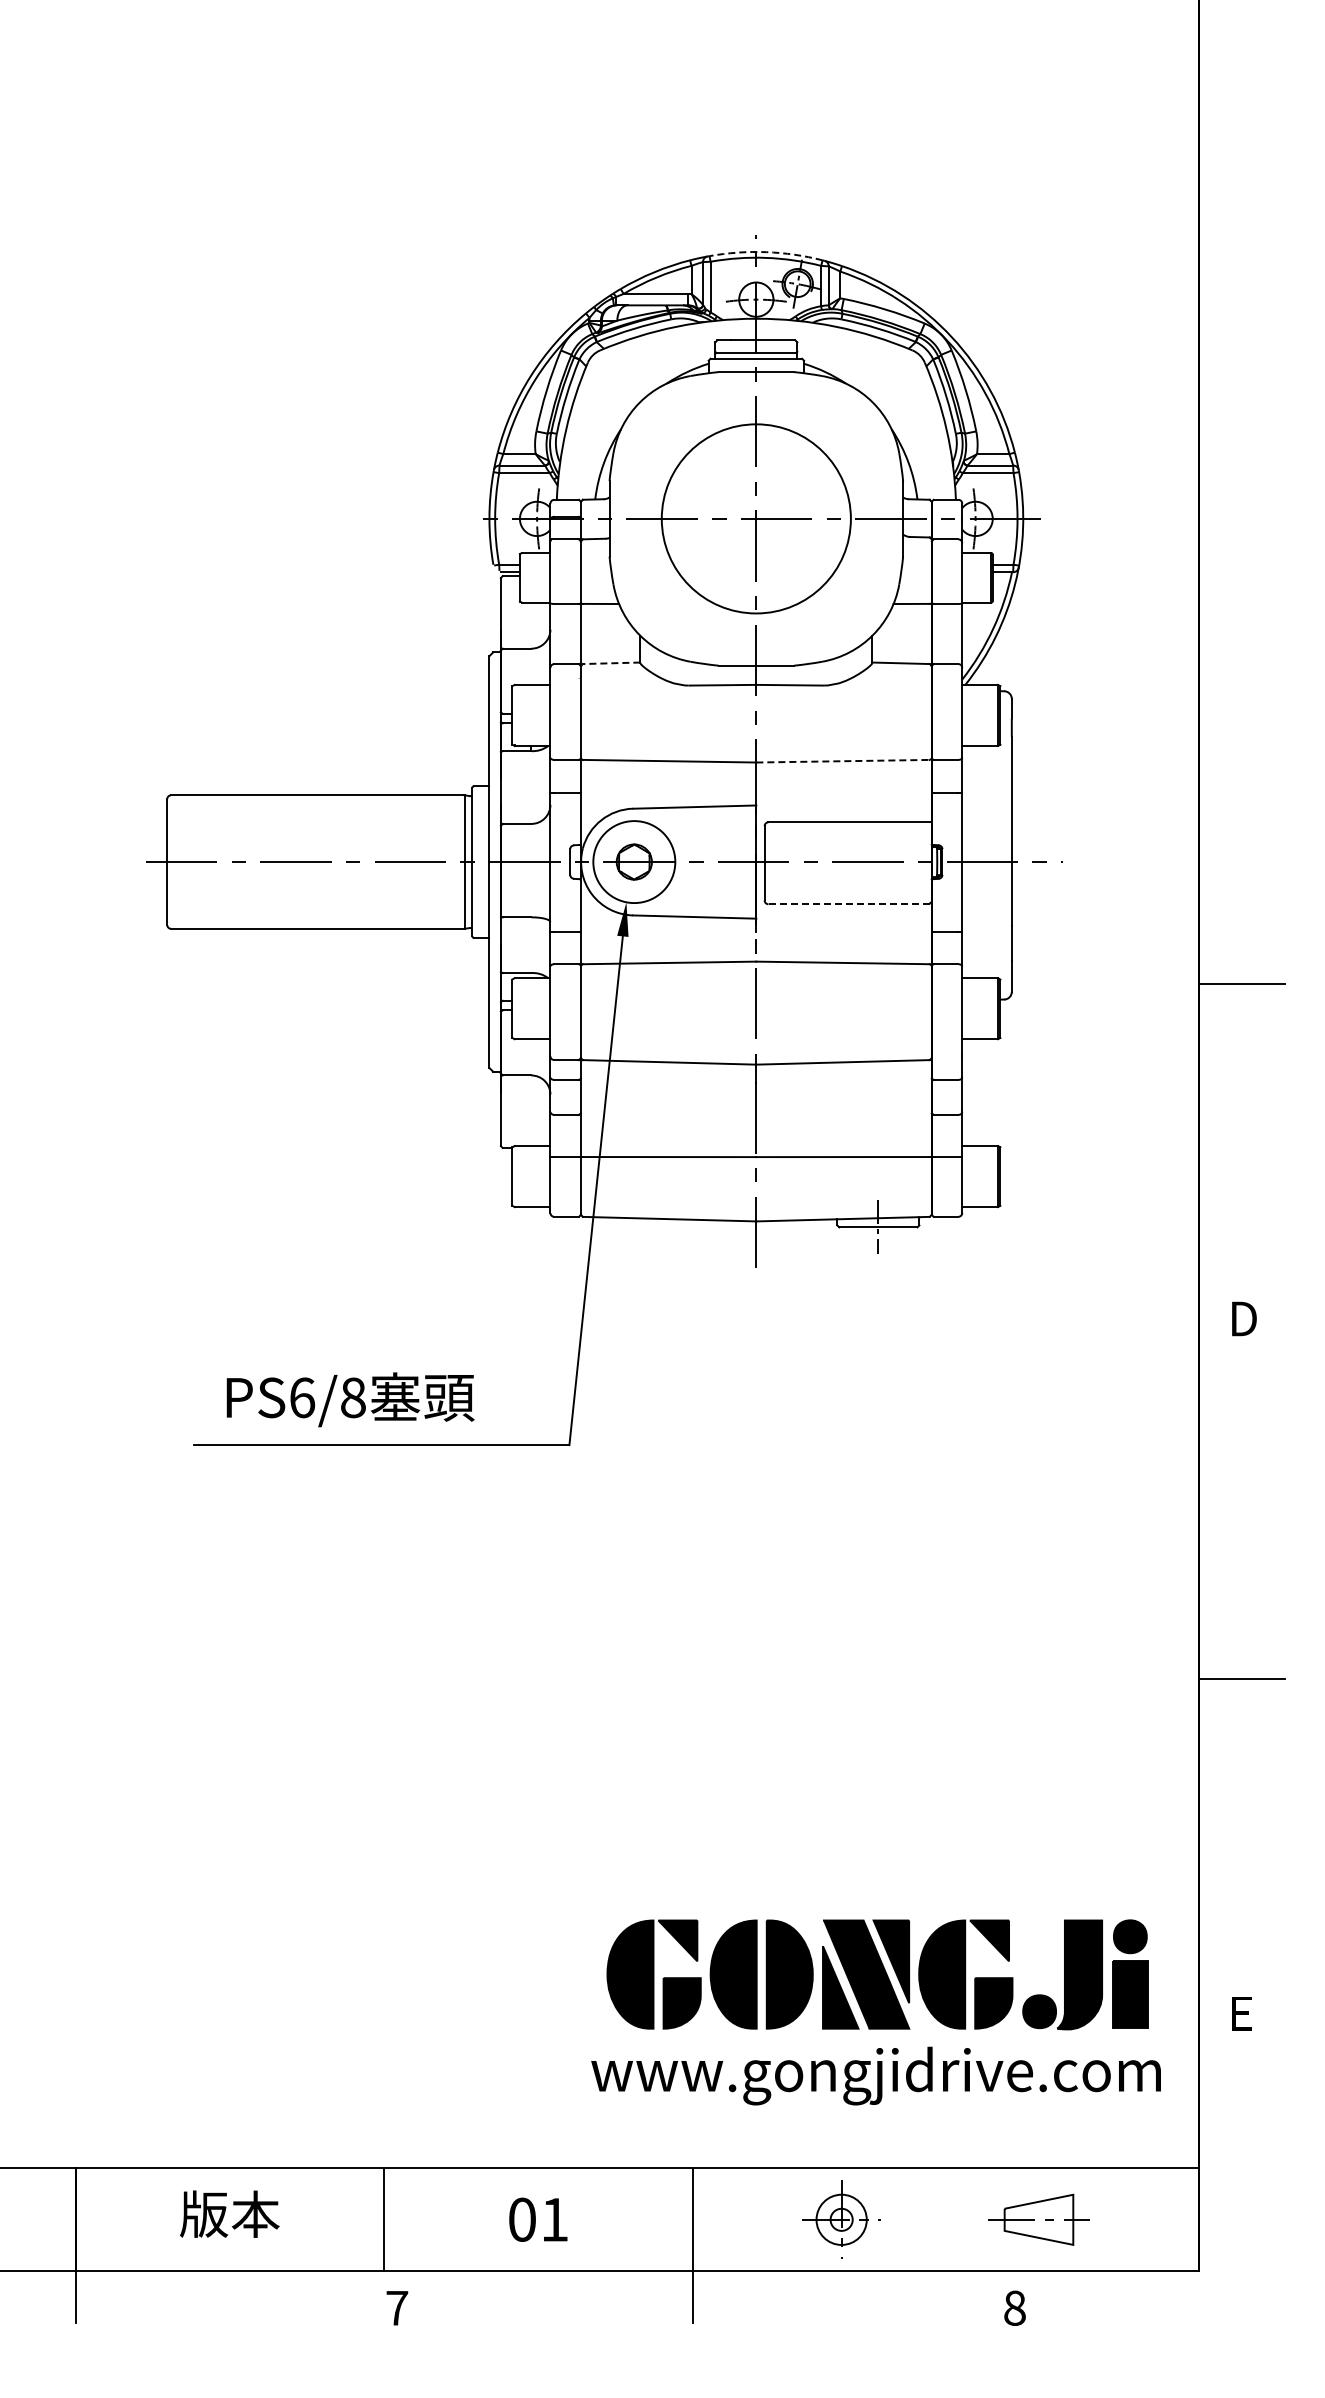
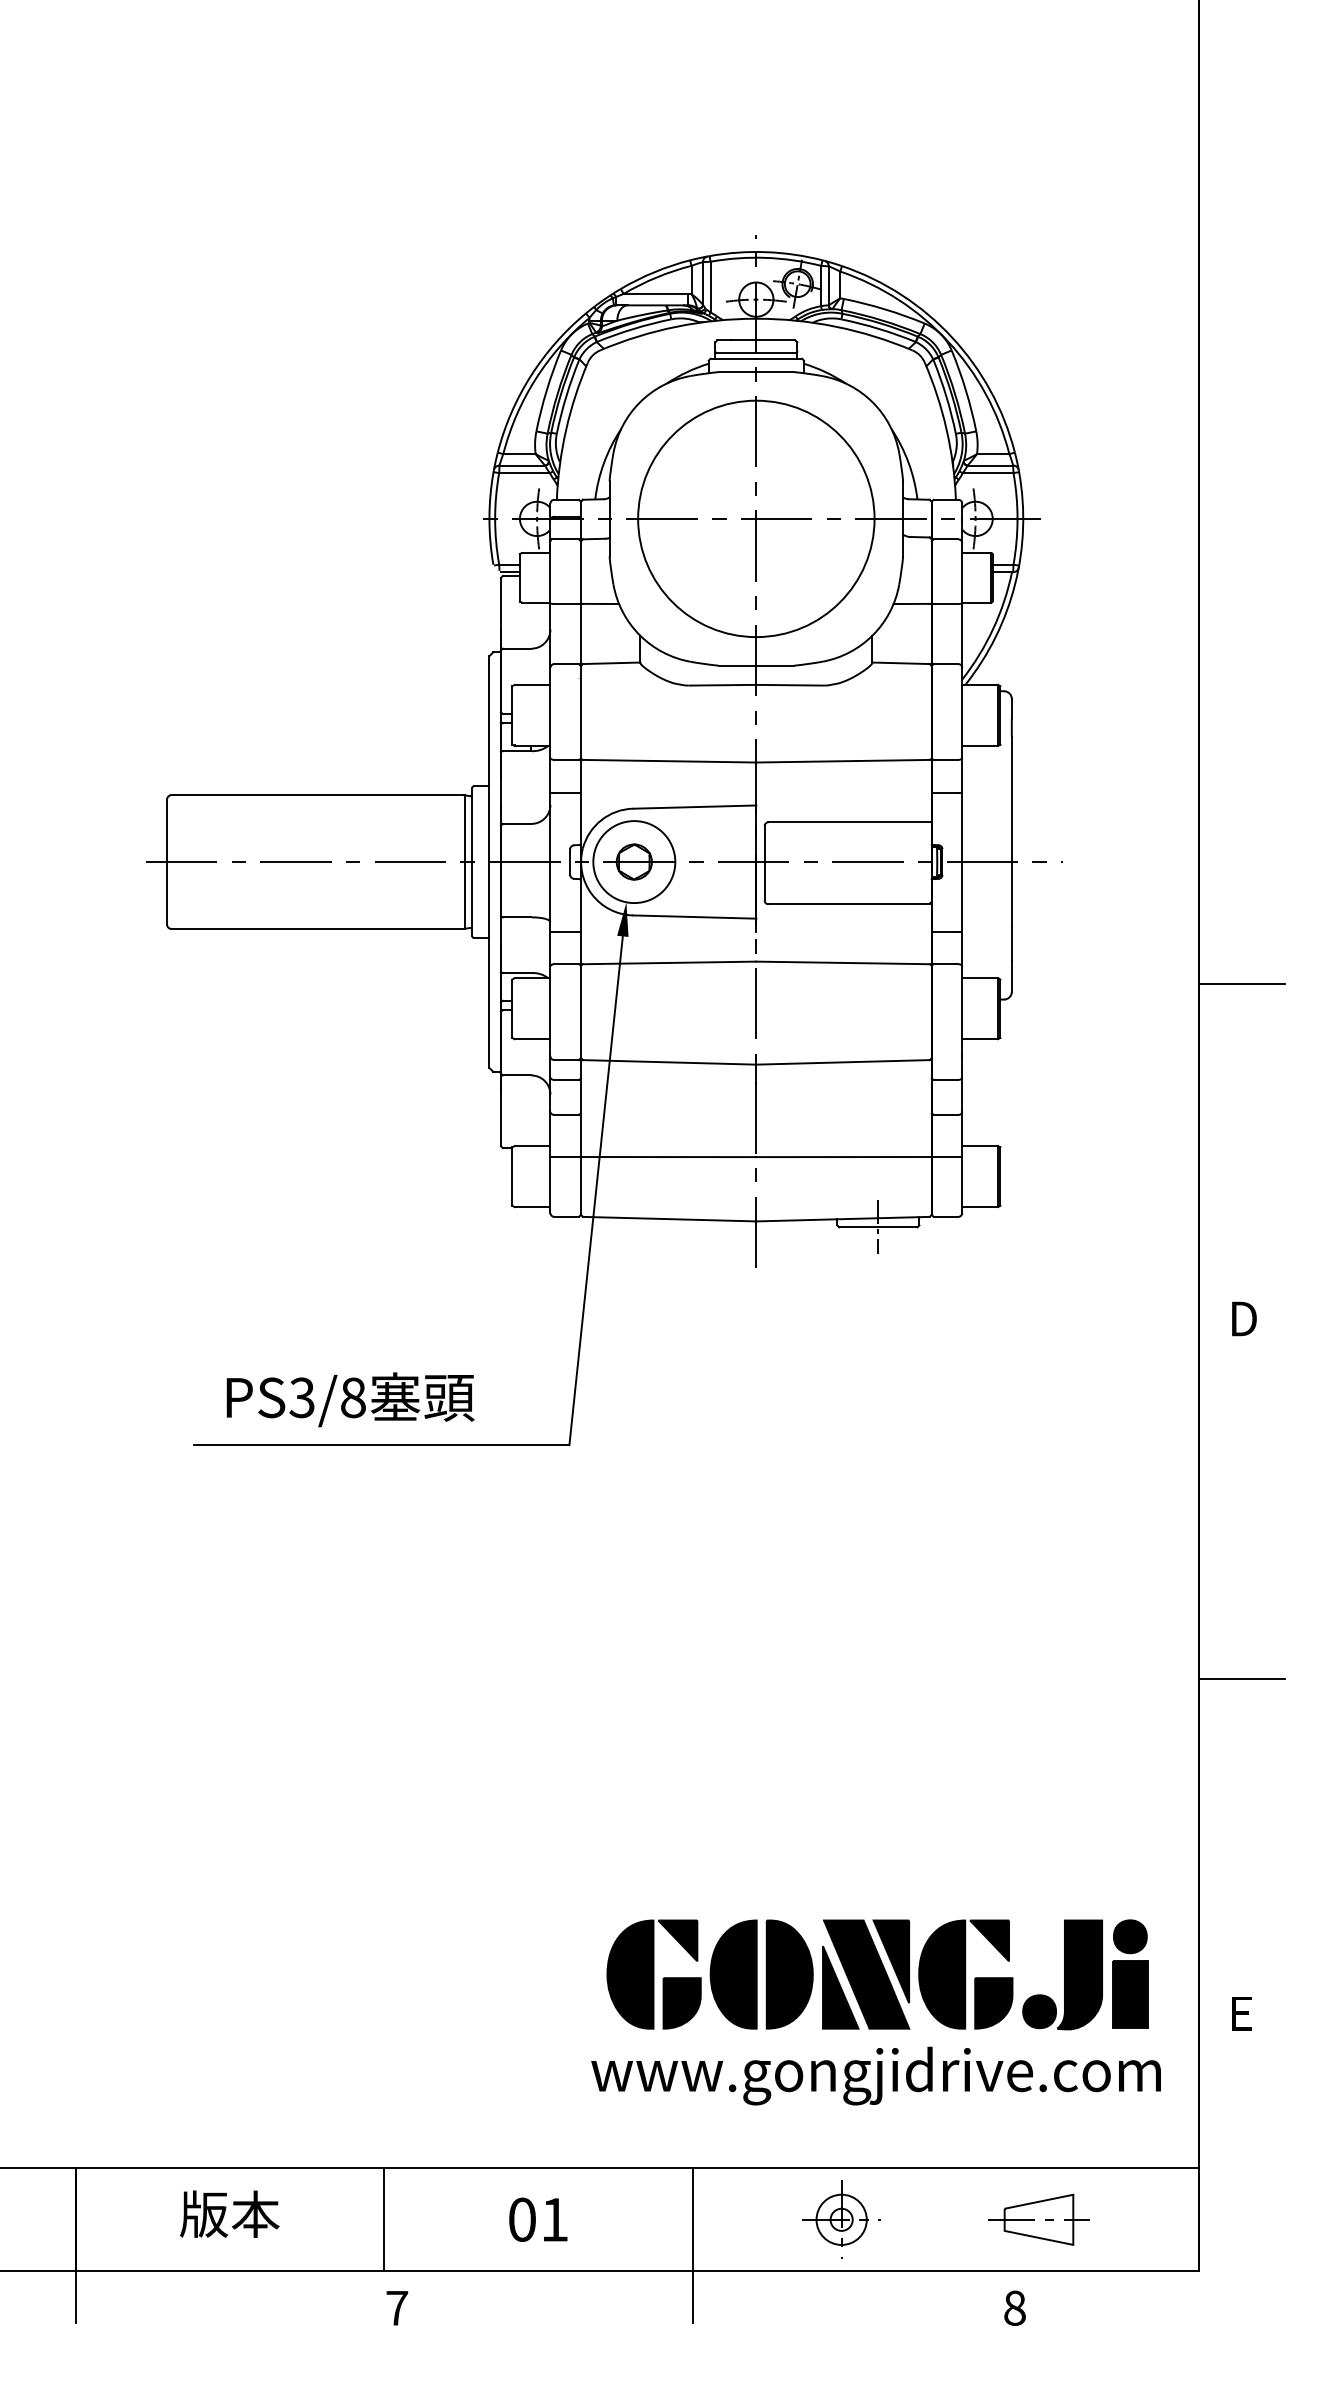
arc at (766, 252): dashed -> solid
circle at (755, 518) diameter: 189 px -> 236 px
line at (611, 663): dashed -> solid
line at (843, 761): dashed -> solid
line at (849, 904): dashed -> solid
text at (302, 1397): PS6/8 -> PS3/8
